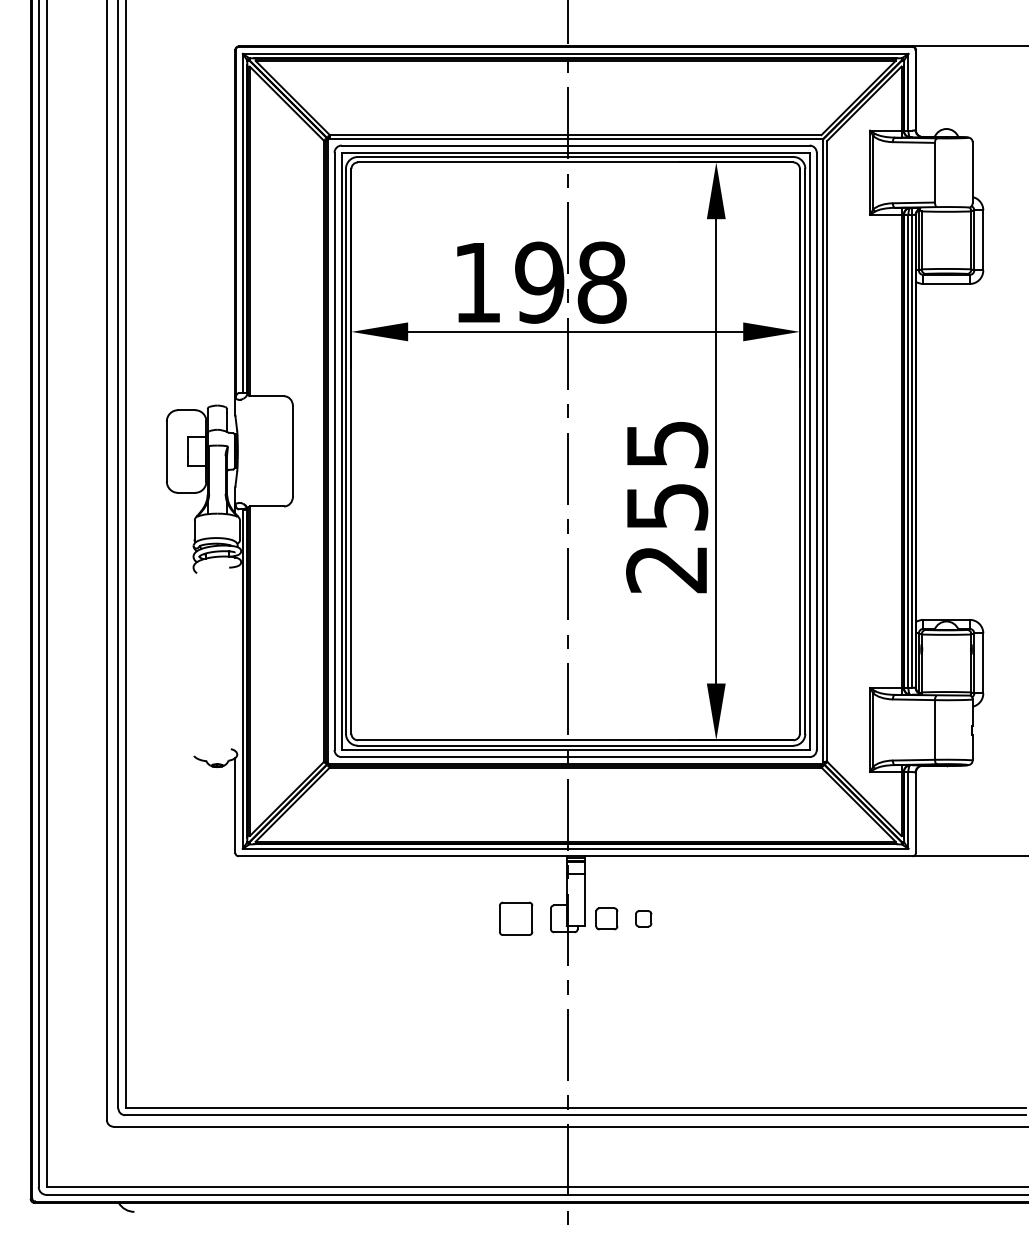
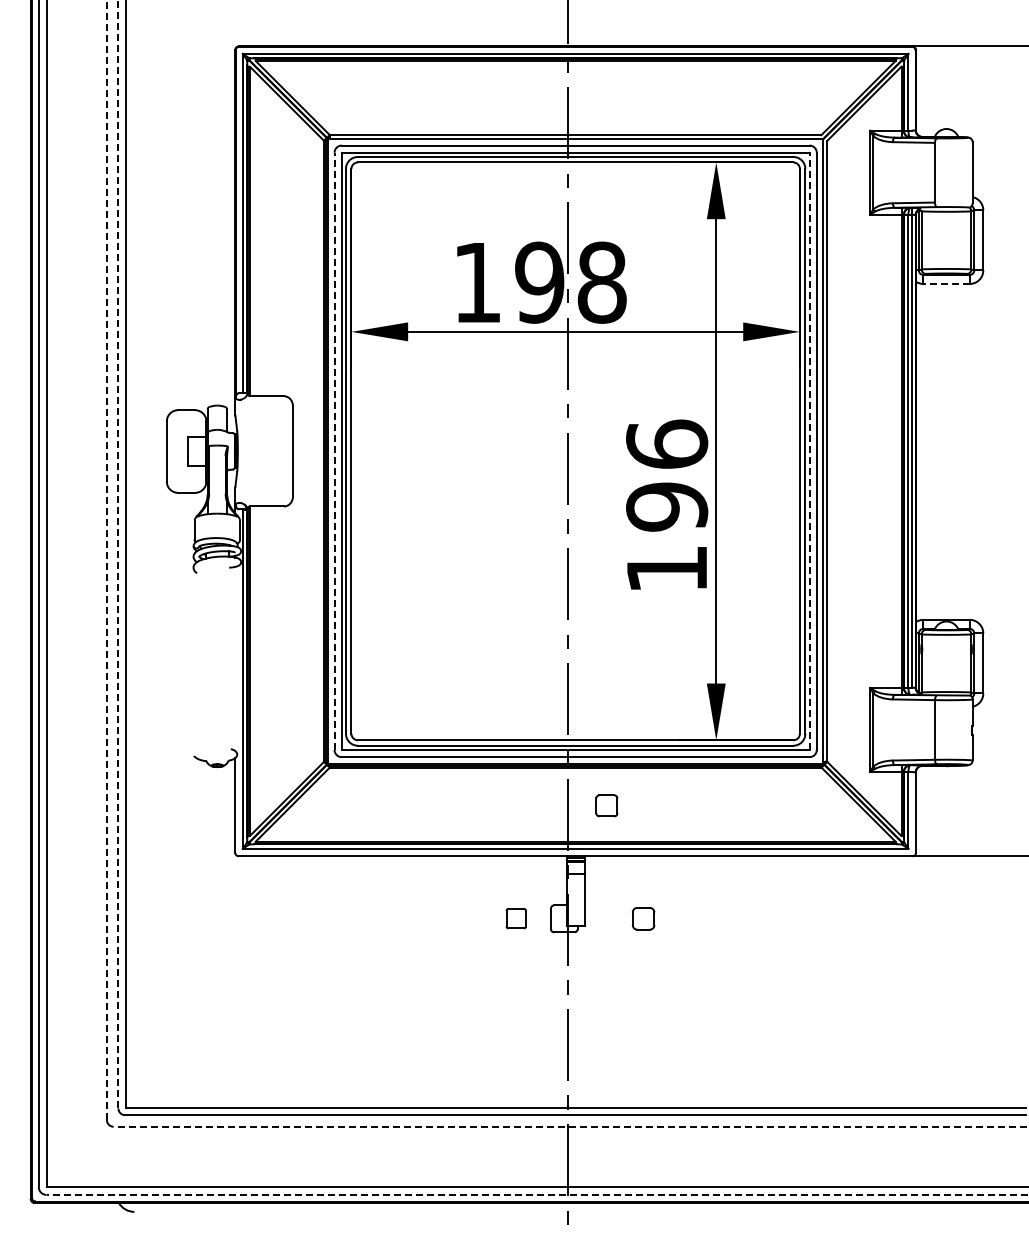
line at (946, 284): solid -> dashed
line at (334, 451): solid -> dashed
line at (809, 451): solid -> dashed
text at (667, 506): 255 -> 196
line at (118, 554): solid -> dashed
line at (106, 560): solid -> dashed
part at (516, 918) size: 35x35 px -> 22x22 px
part at (606, 918) position: (606, 918) -> (606, 805)
part at (643, 918) size: 18x18 px -> 24x24 px
line at (571, 1126): solid -> dashed
line at (537, 1194): solid -> dashed
